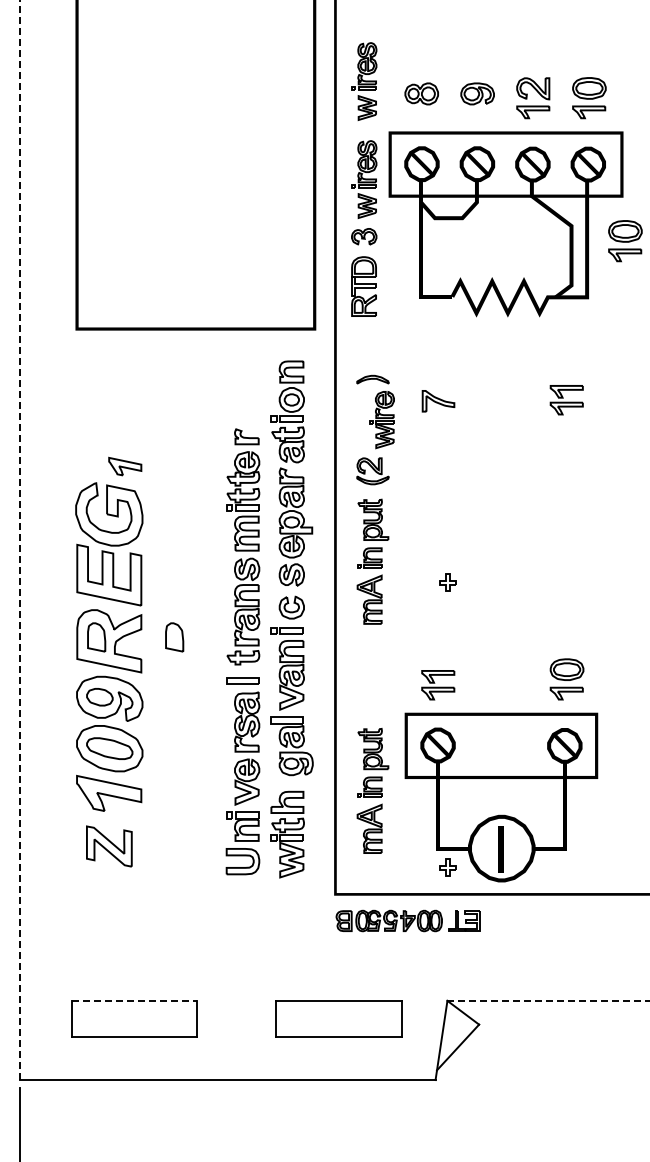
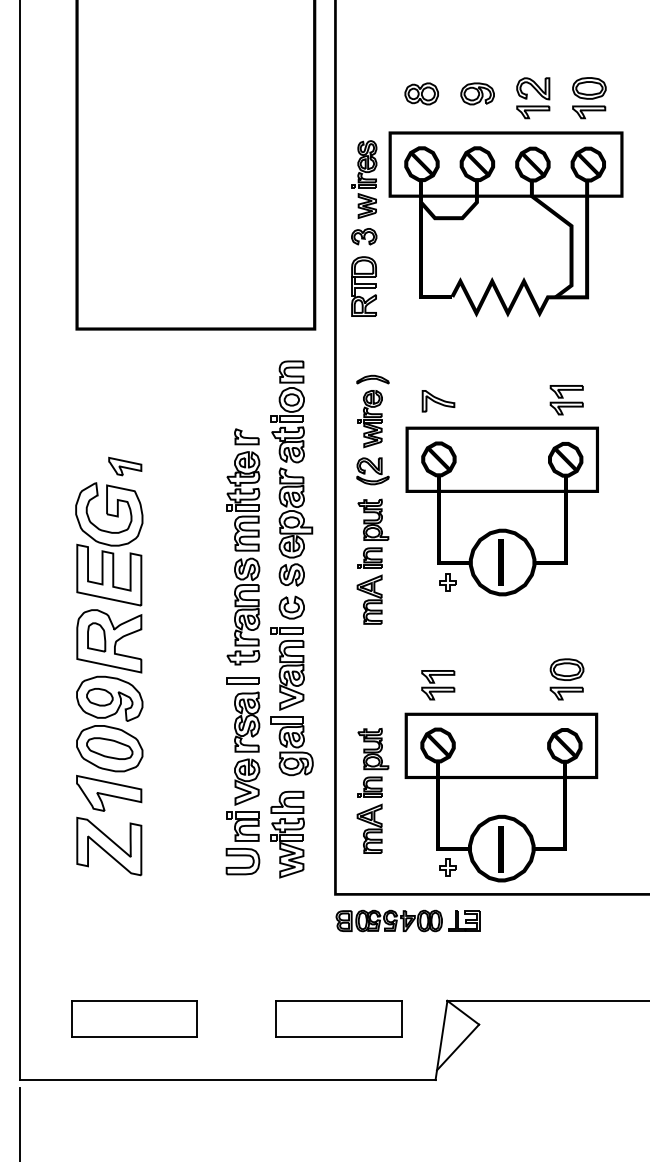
part at (364, 81): present -> none
part at (625, 241): present -> none
part at (381, 420) position: (381, 420) -> (369, 419)
part at (501, 511): none -> present
line at (19, 540): dashed -> solid
part at (174, 637): present -> none
part at (109, 846) size: 47x43 px -> 67x61 px
line at (134, 1000): dashed -> solid
line at (548, 1000): dashed -> solid
